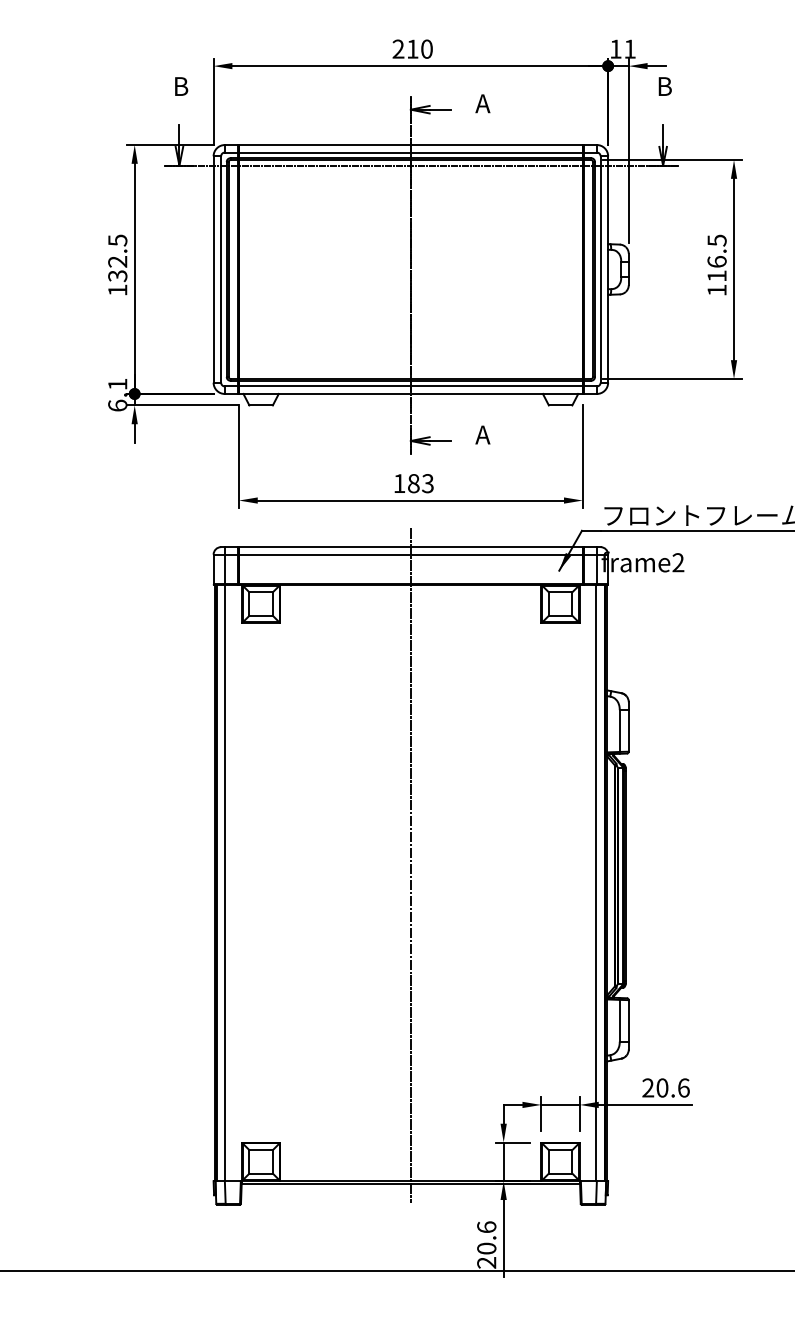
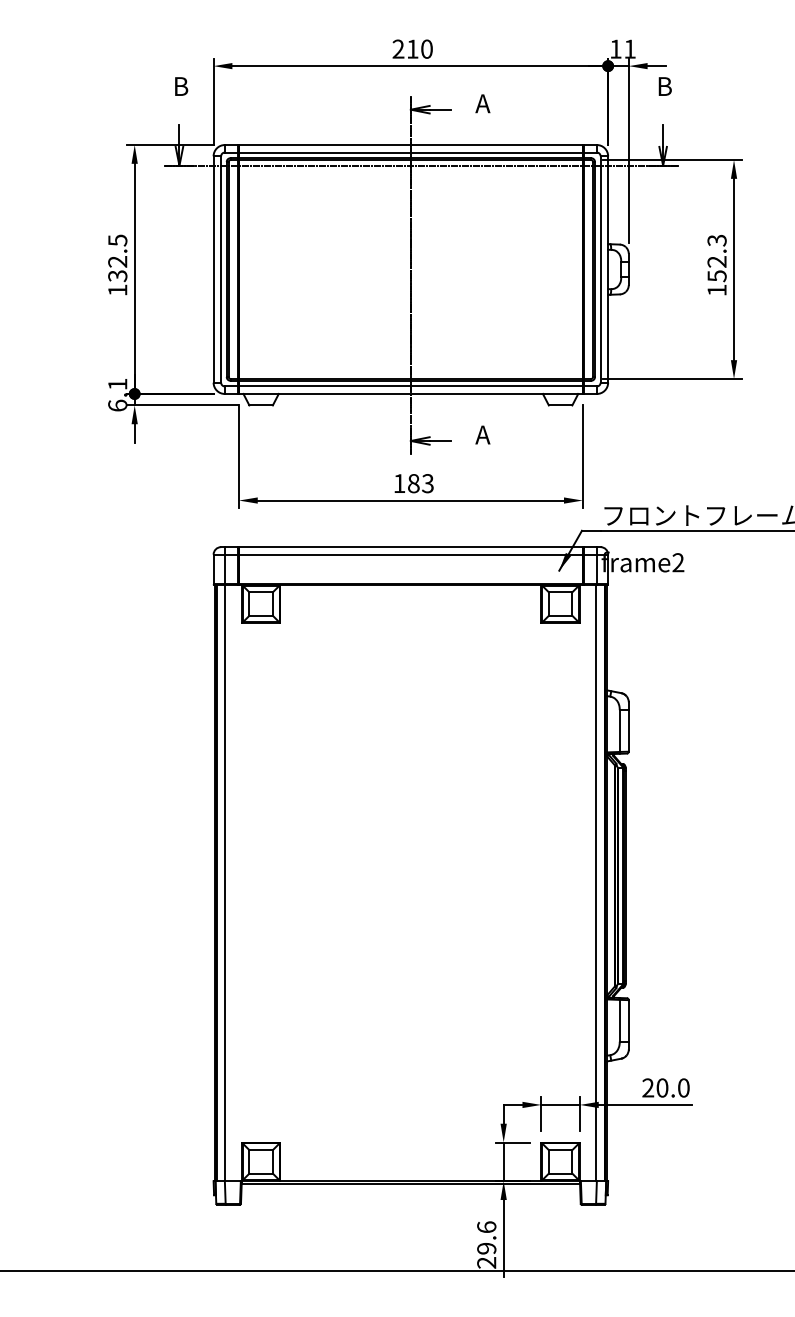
text at (716, 258): 116.5 -> 152.3
line at (410, 865): present -> none
text at (683, 1087): 20.6 -> 20.0
text at (486, 1248): 20.6 -> 29.6
